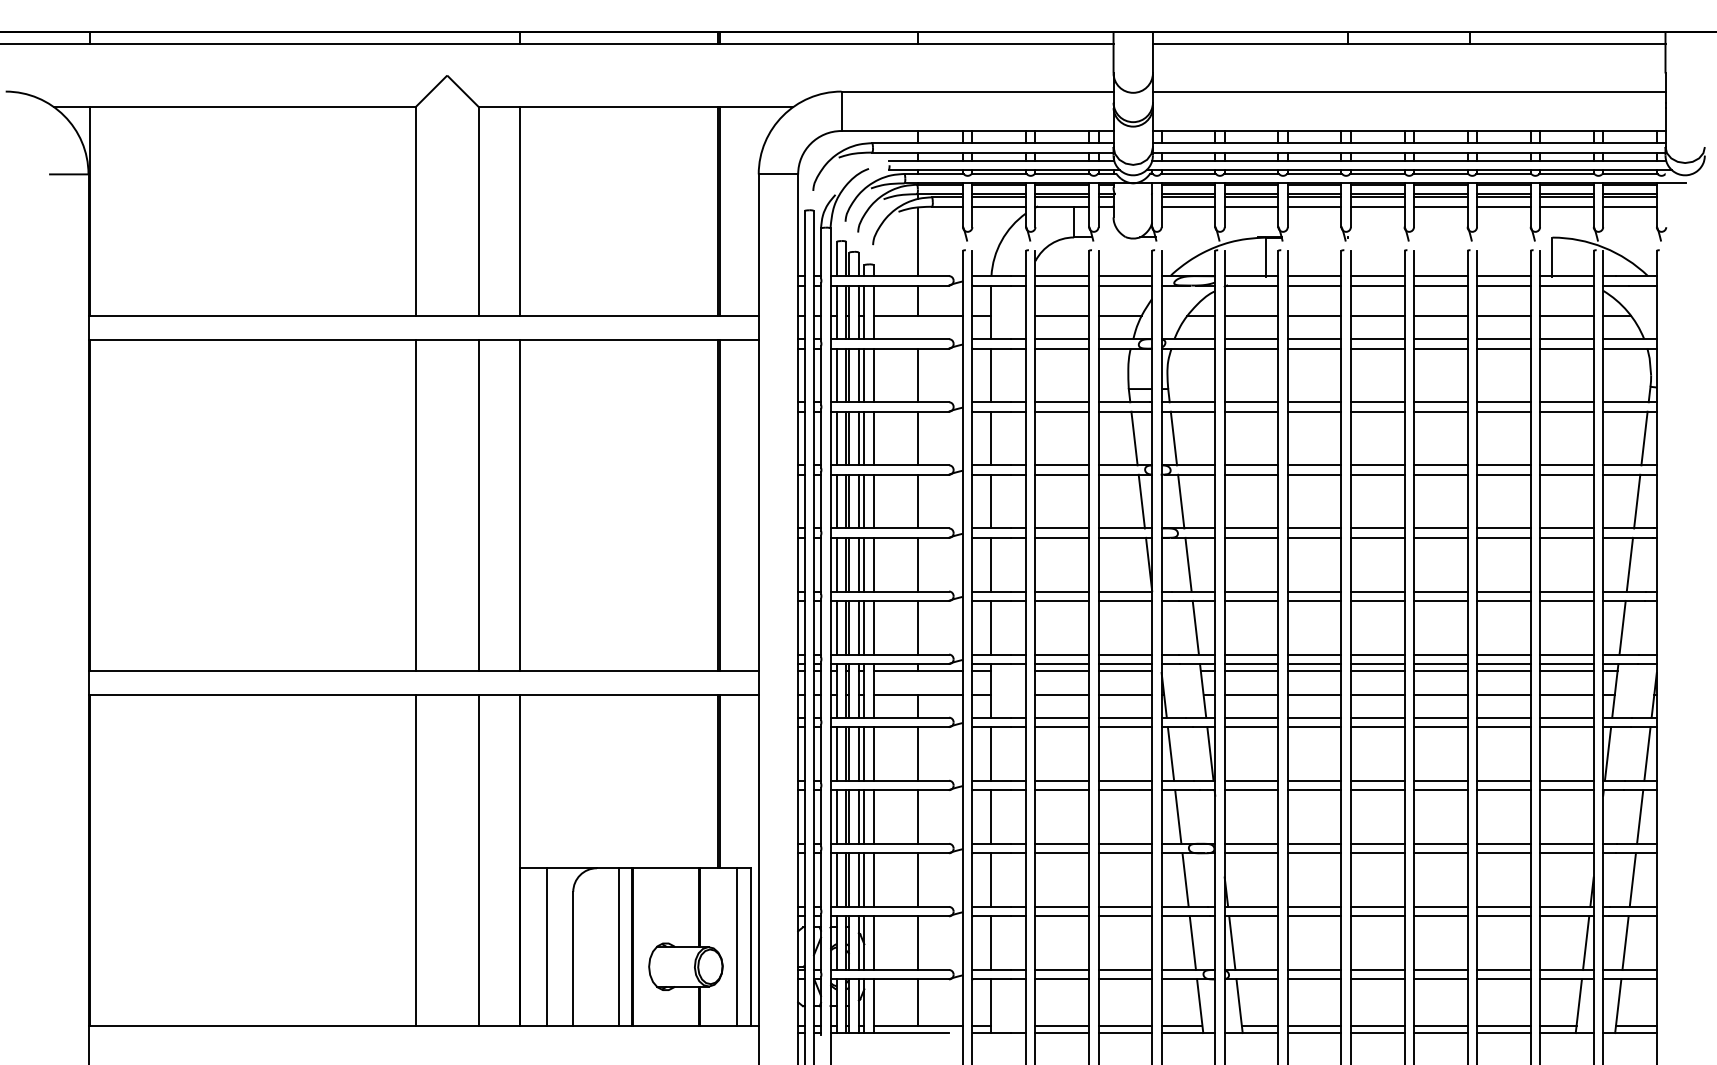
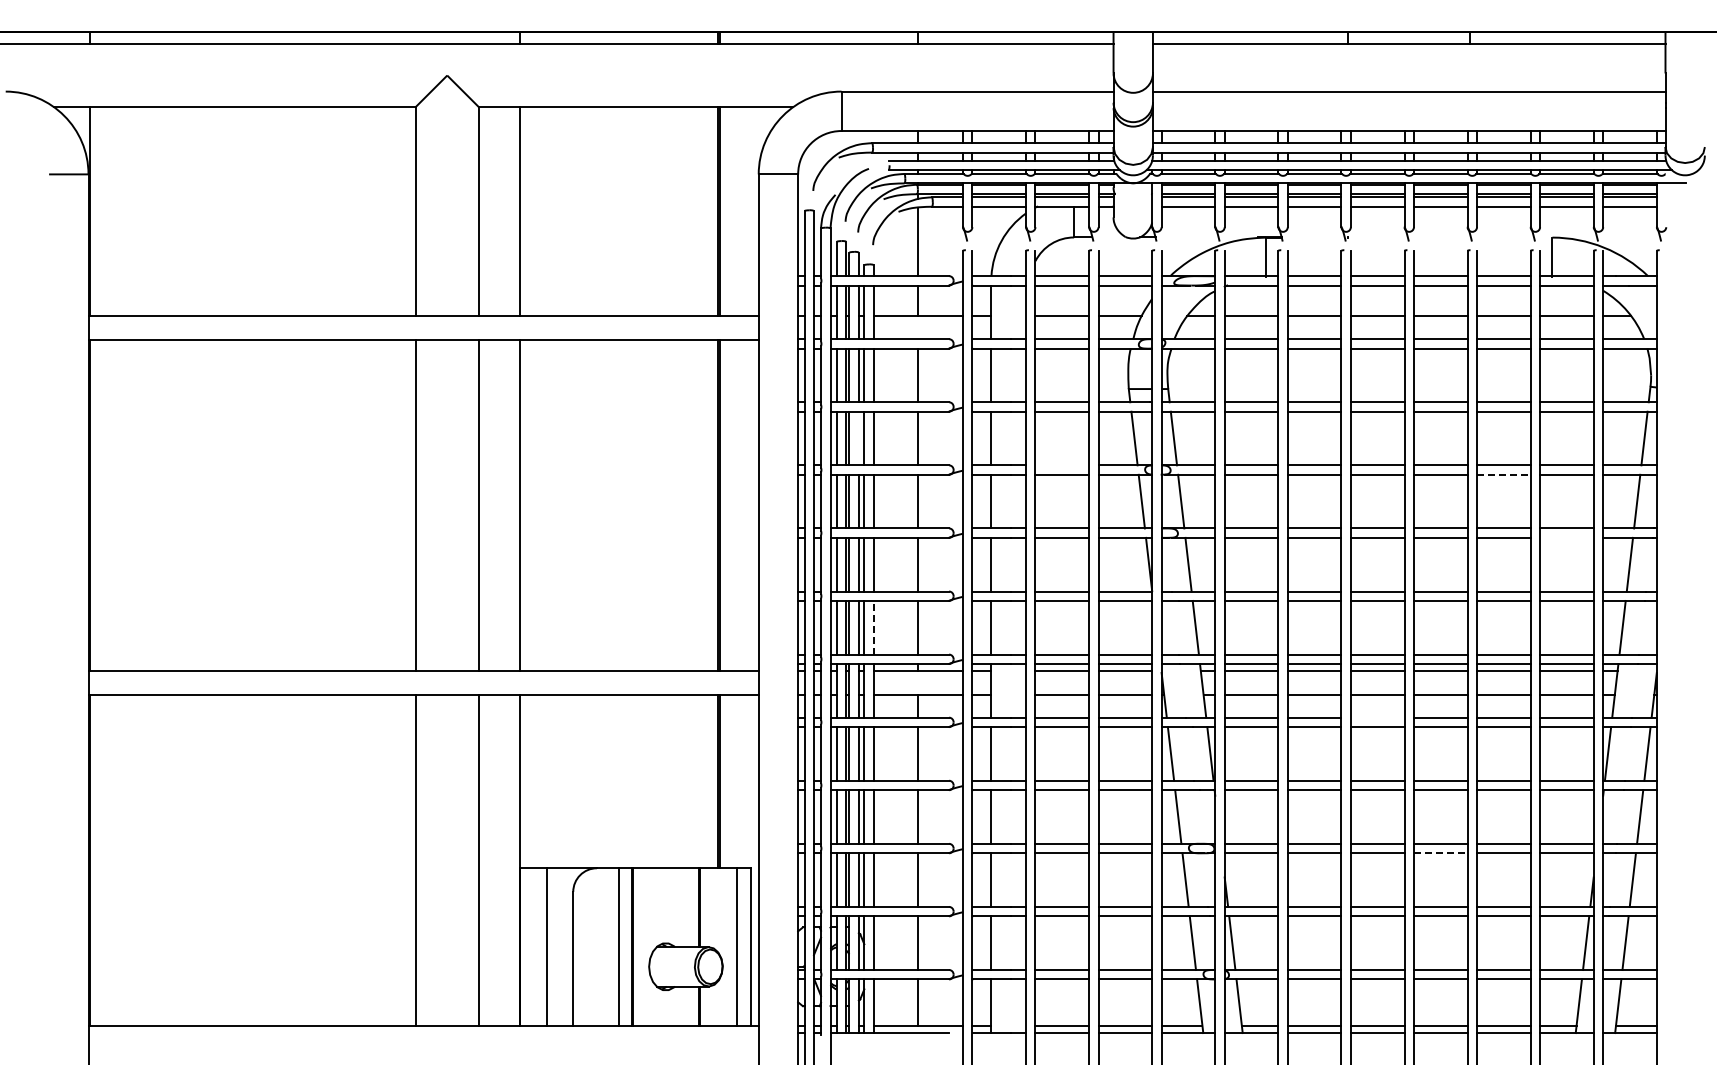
line at (858, 438): present -> none
line at (1062, 465): present -> none
line at (1503, 474): solid -> dashed
line at (1566, 537): present -> none
line at (873, 627): solid -> dashed
line at (1377, 717): present -> none
line at (1440, 853): solid -> dashed
